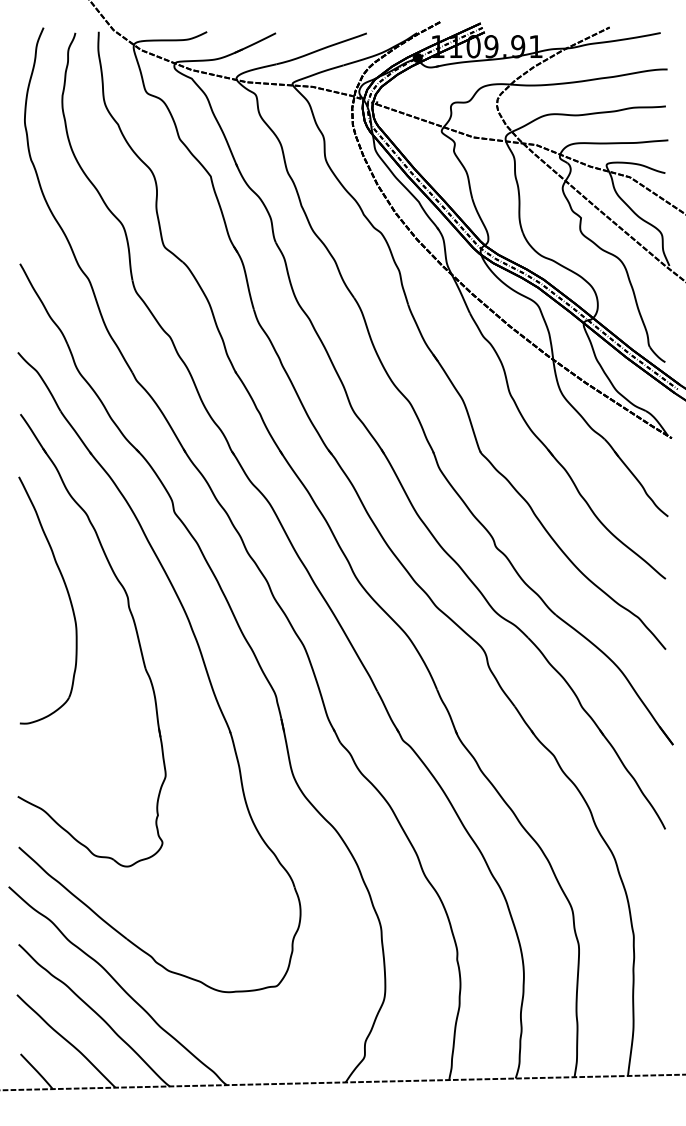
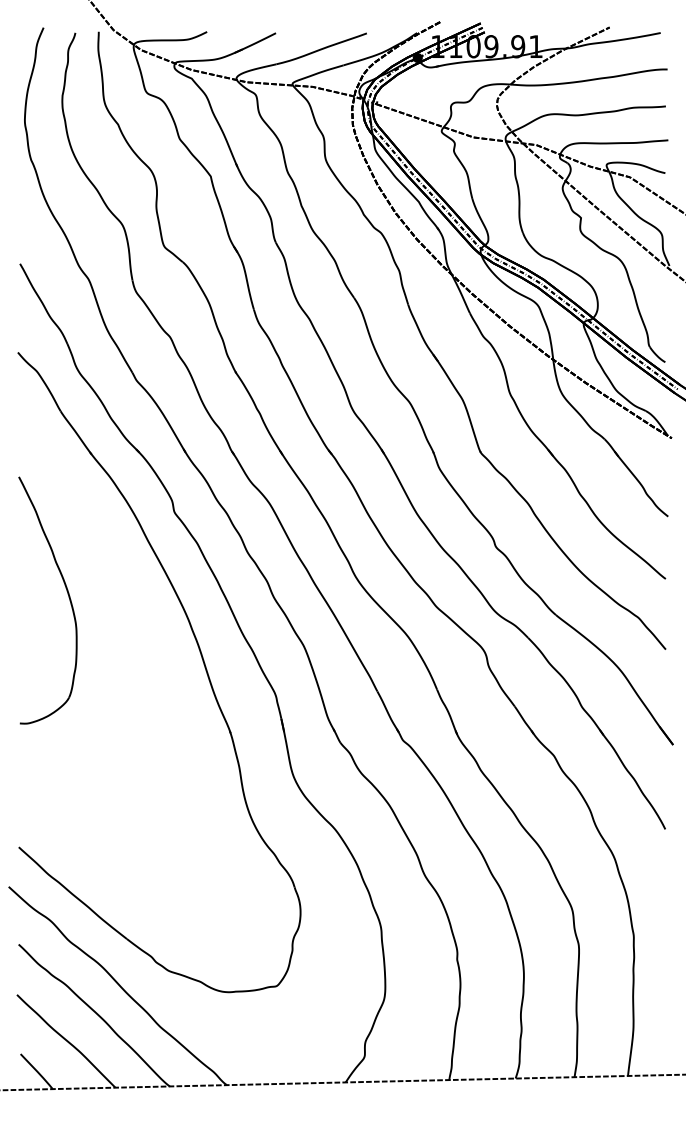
part at (135, 631): present -> none
